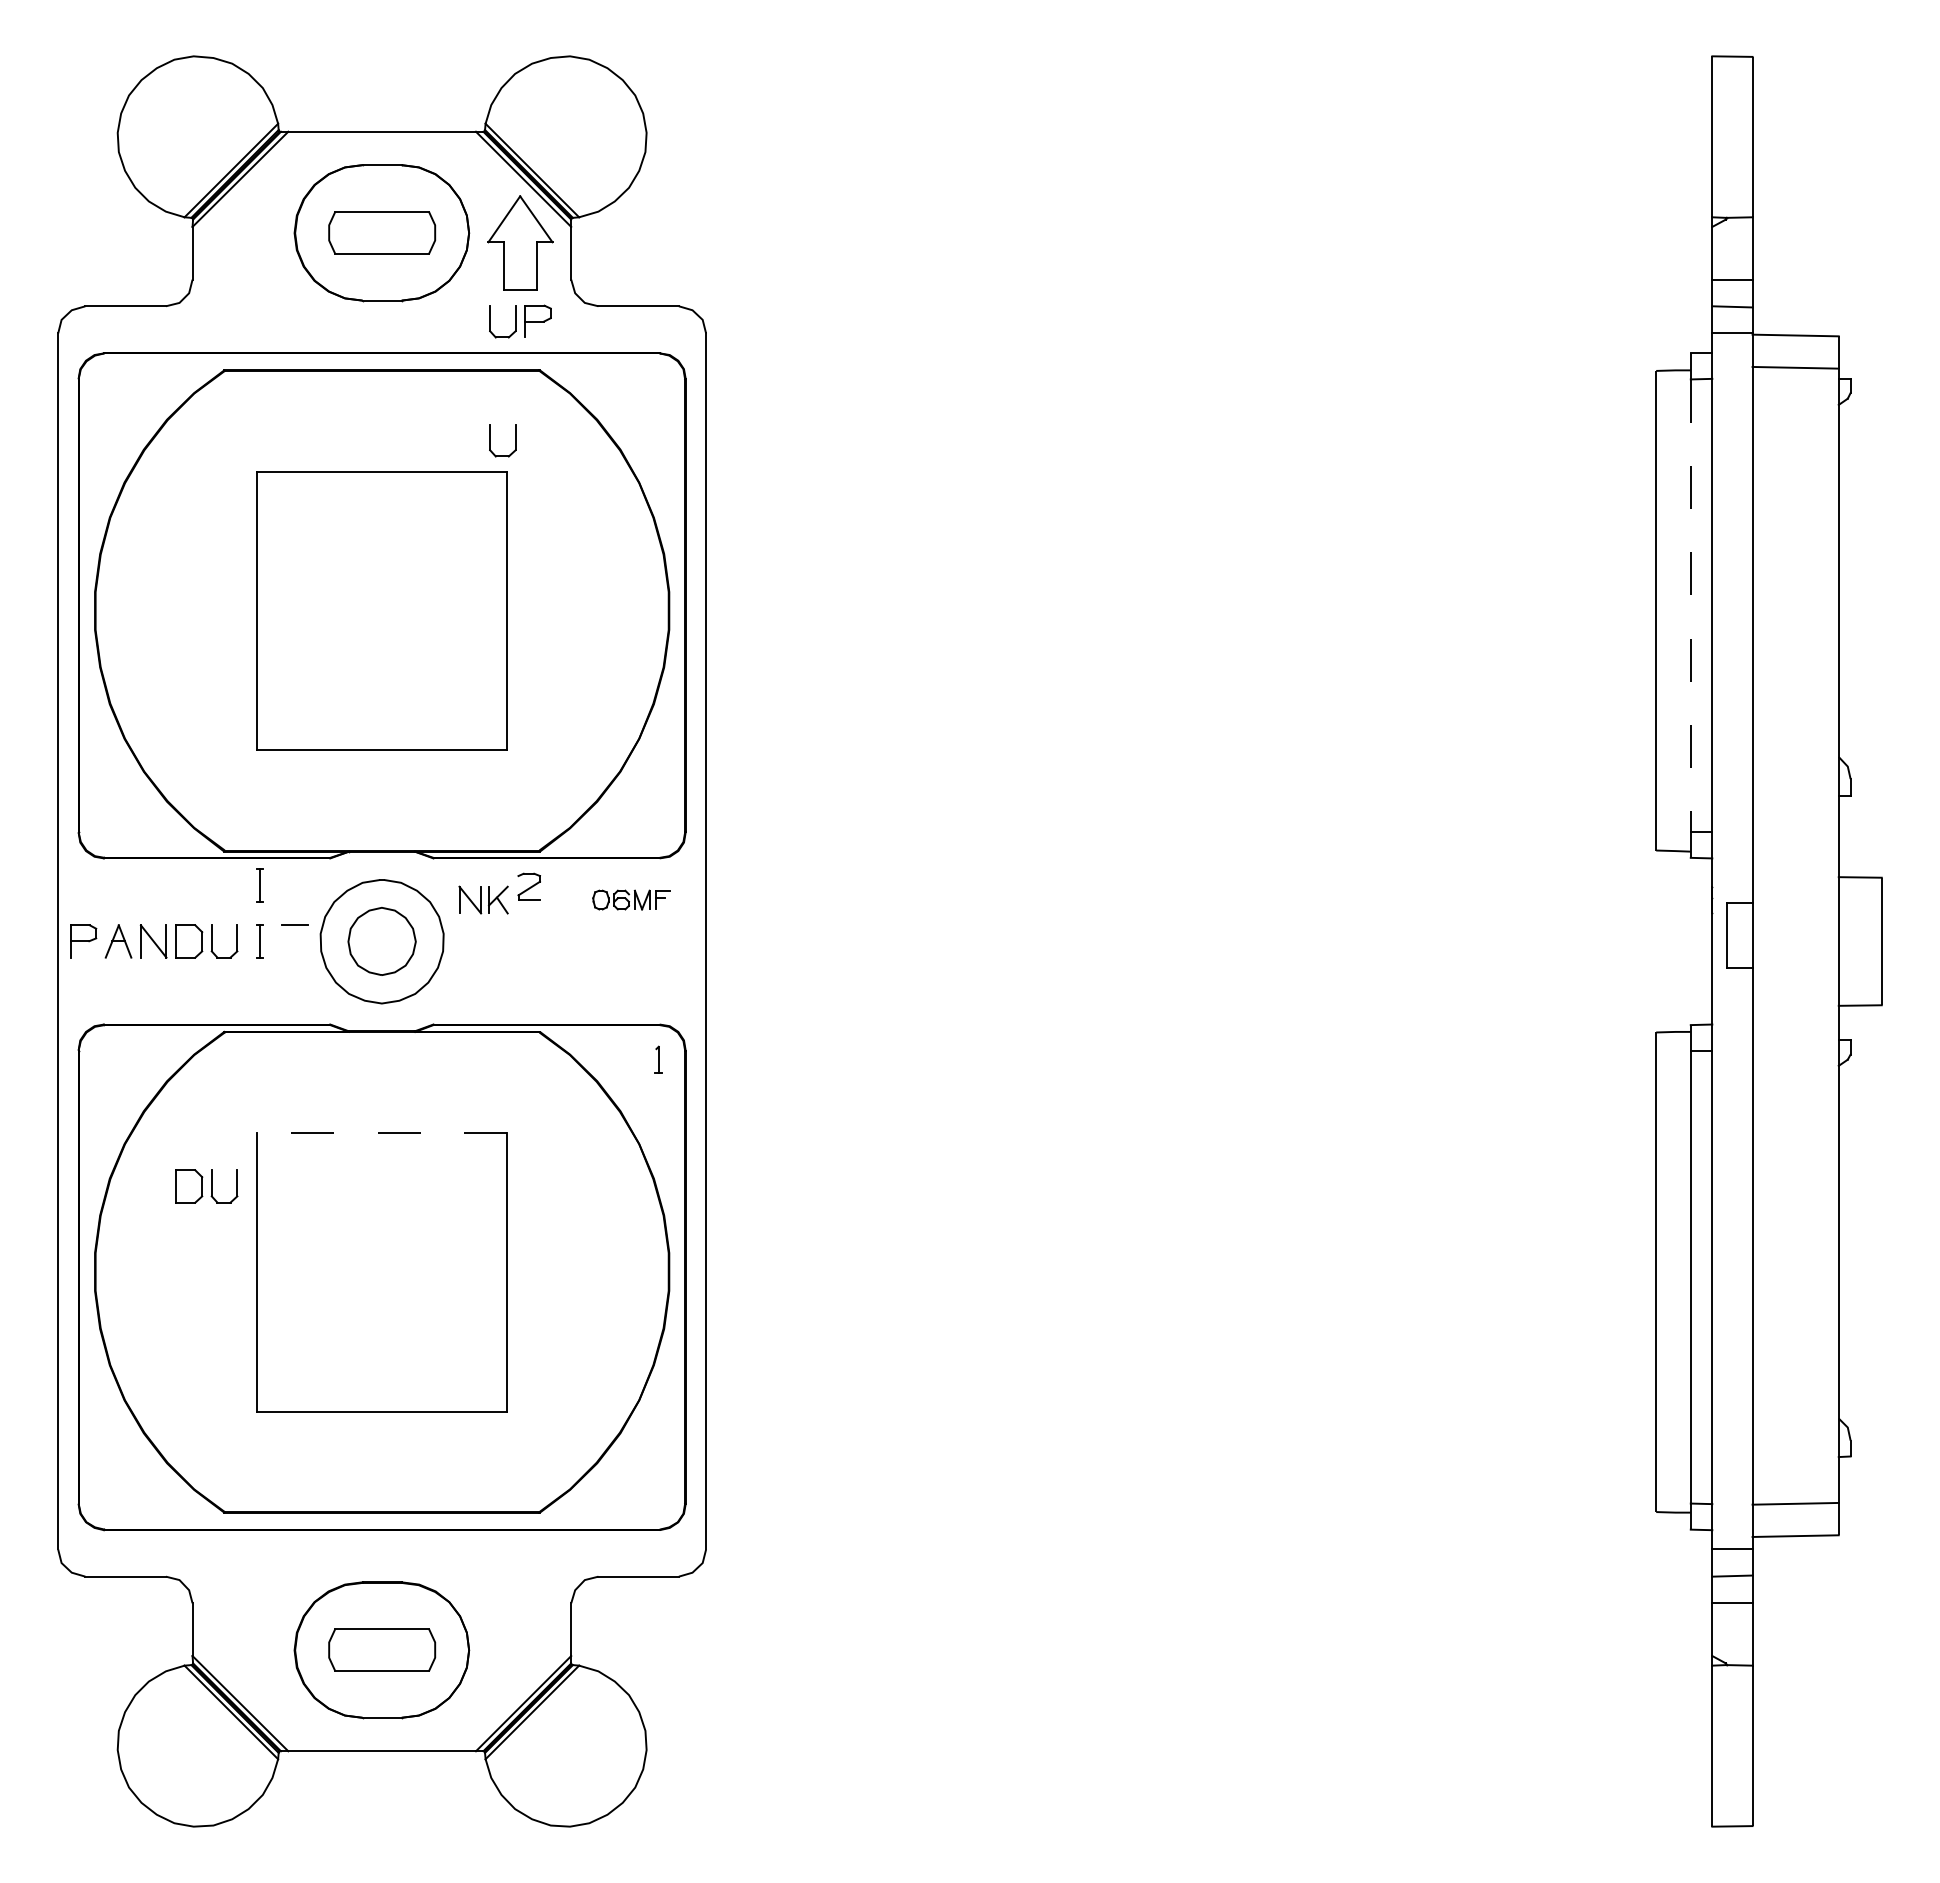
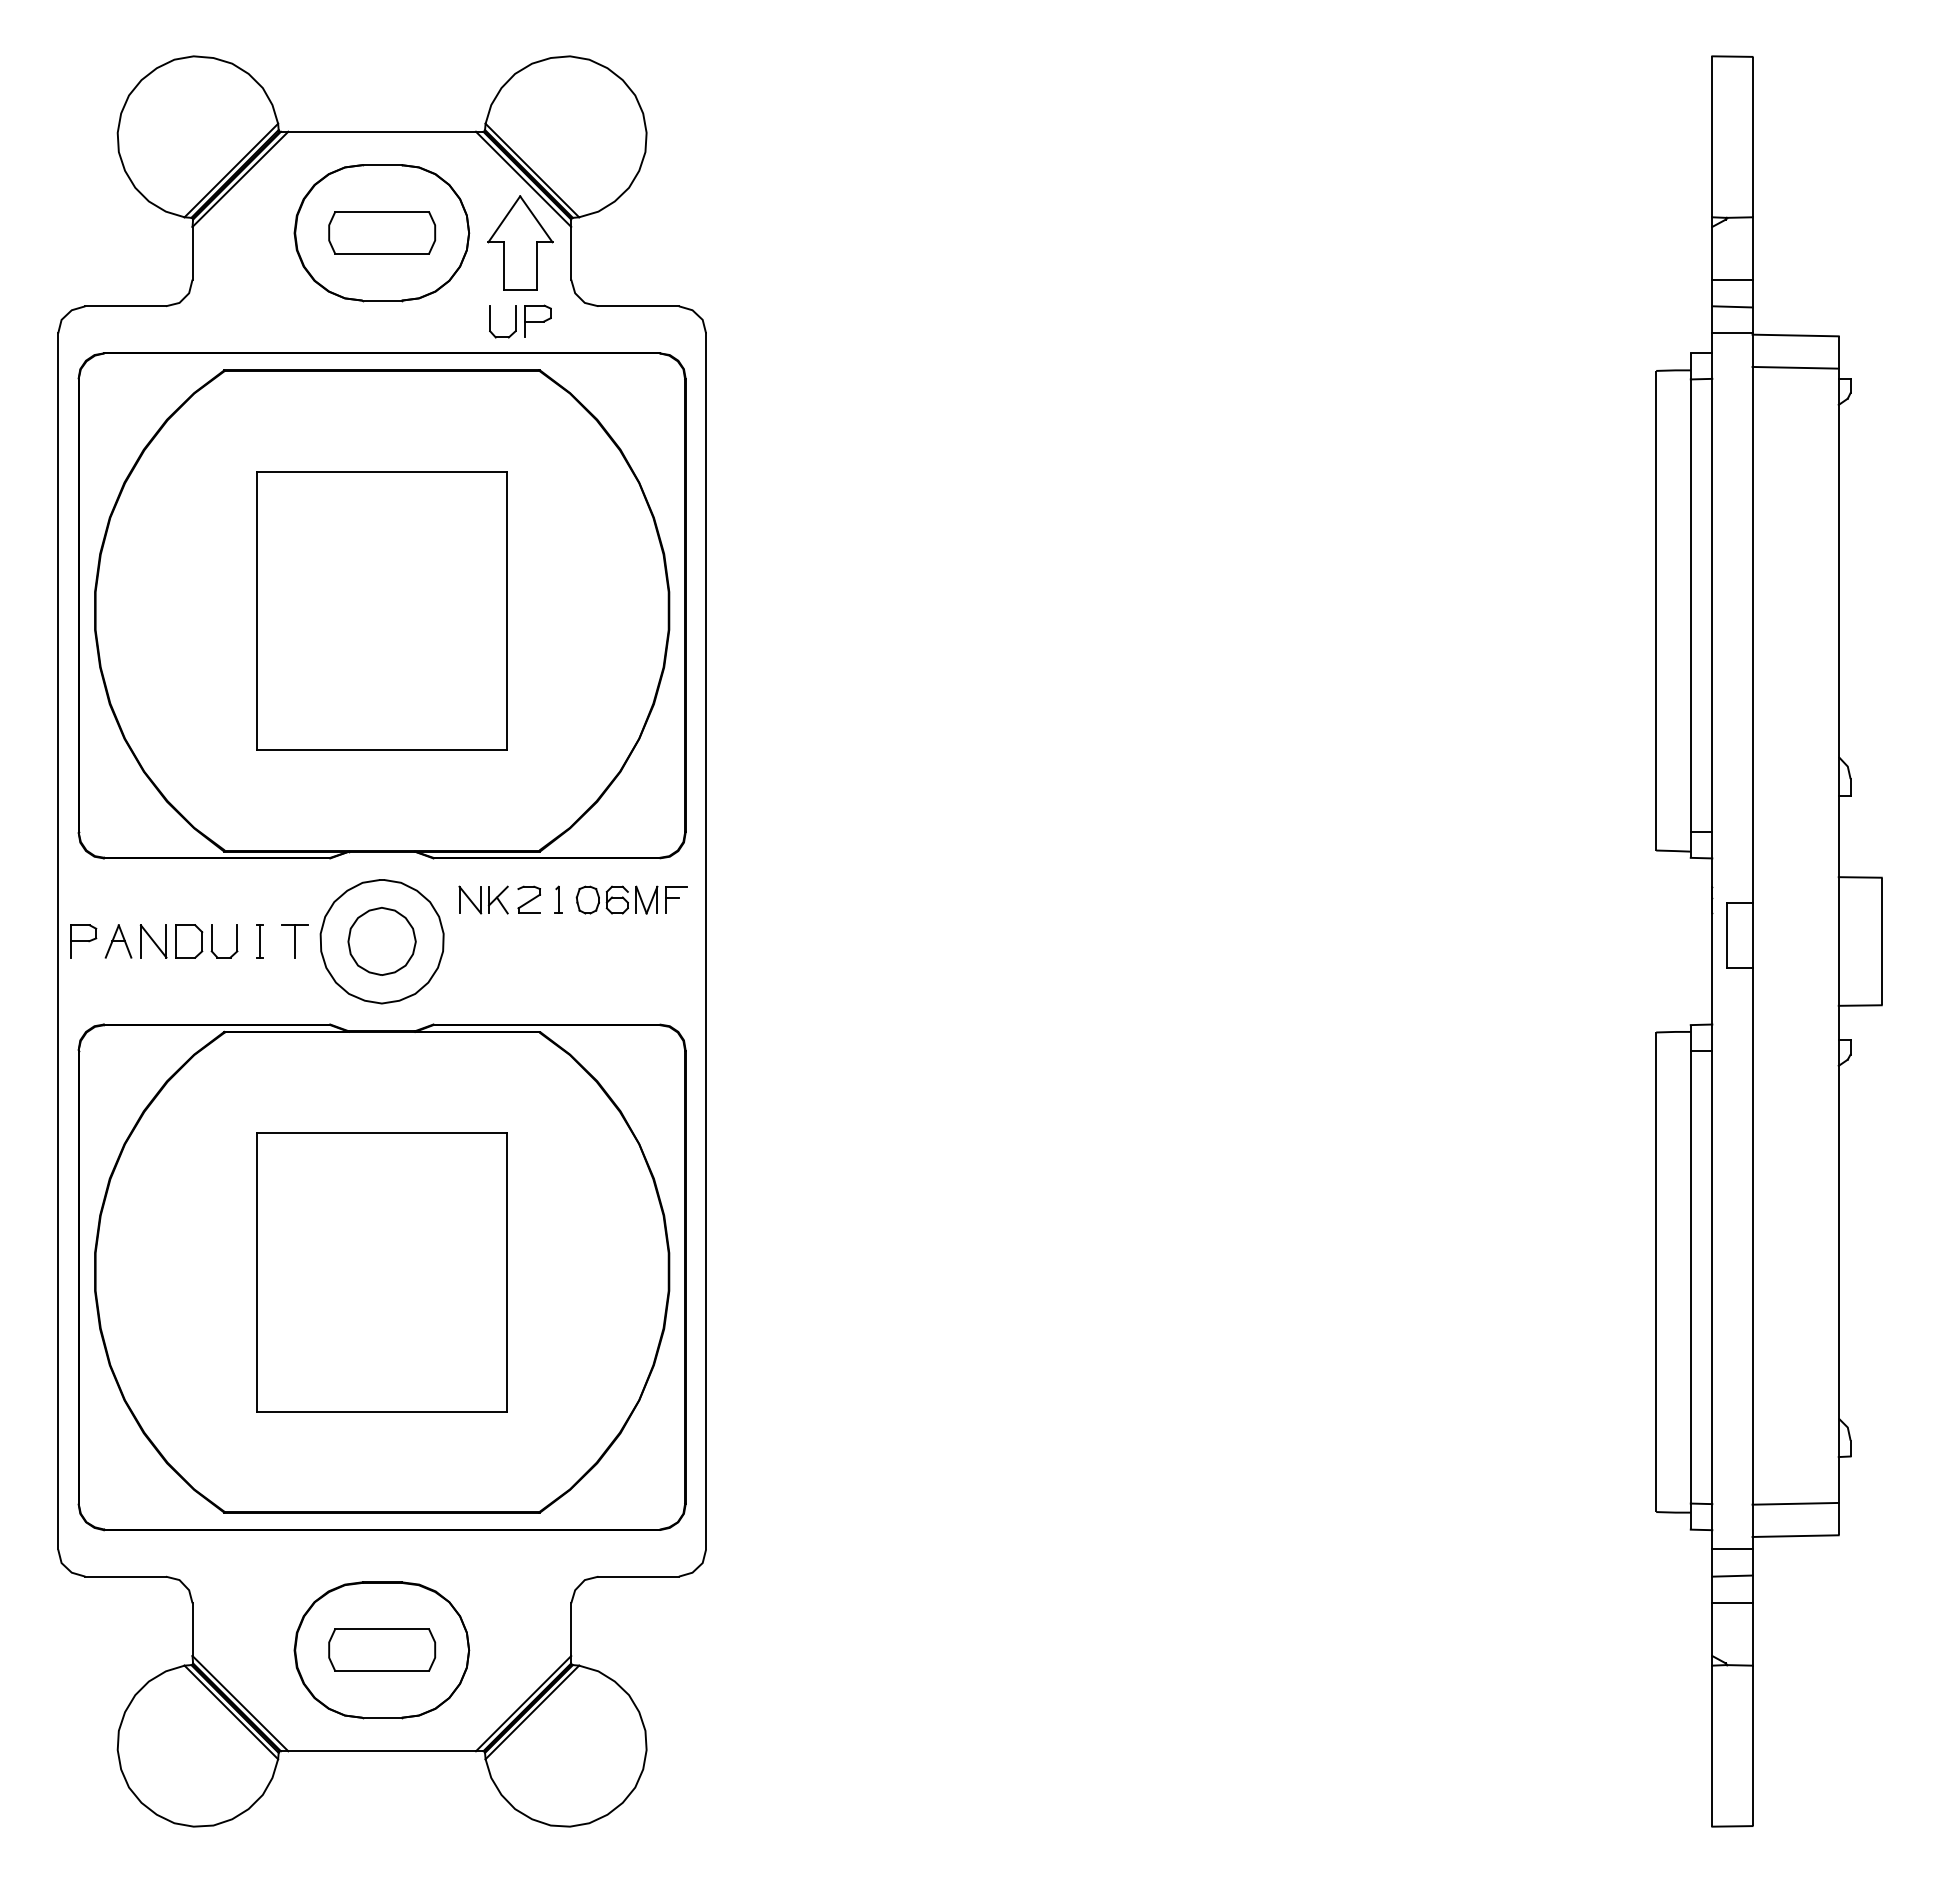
part at (490, 440): present -> none
line at (1690, 606): dashed -> solid
part at (259, 885): present -> none
part at (528, 886) position: (528, 886) -> (528, 899)
part at (631, 899) size: 79x22 px -> 113x30 px
line at (295, 941): none -> present
part at (658, 1059) position: (658, 1059) -> (558, 899)
line at (381, 1132): dashed -> solid
part at (206, 1186): present -> none
